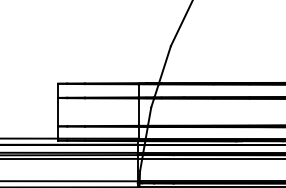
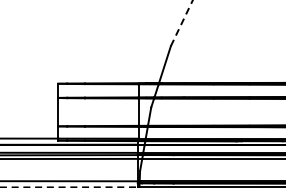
line at (182, 22): solid -> dashed
line at (68, 187): solid -> dashed
